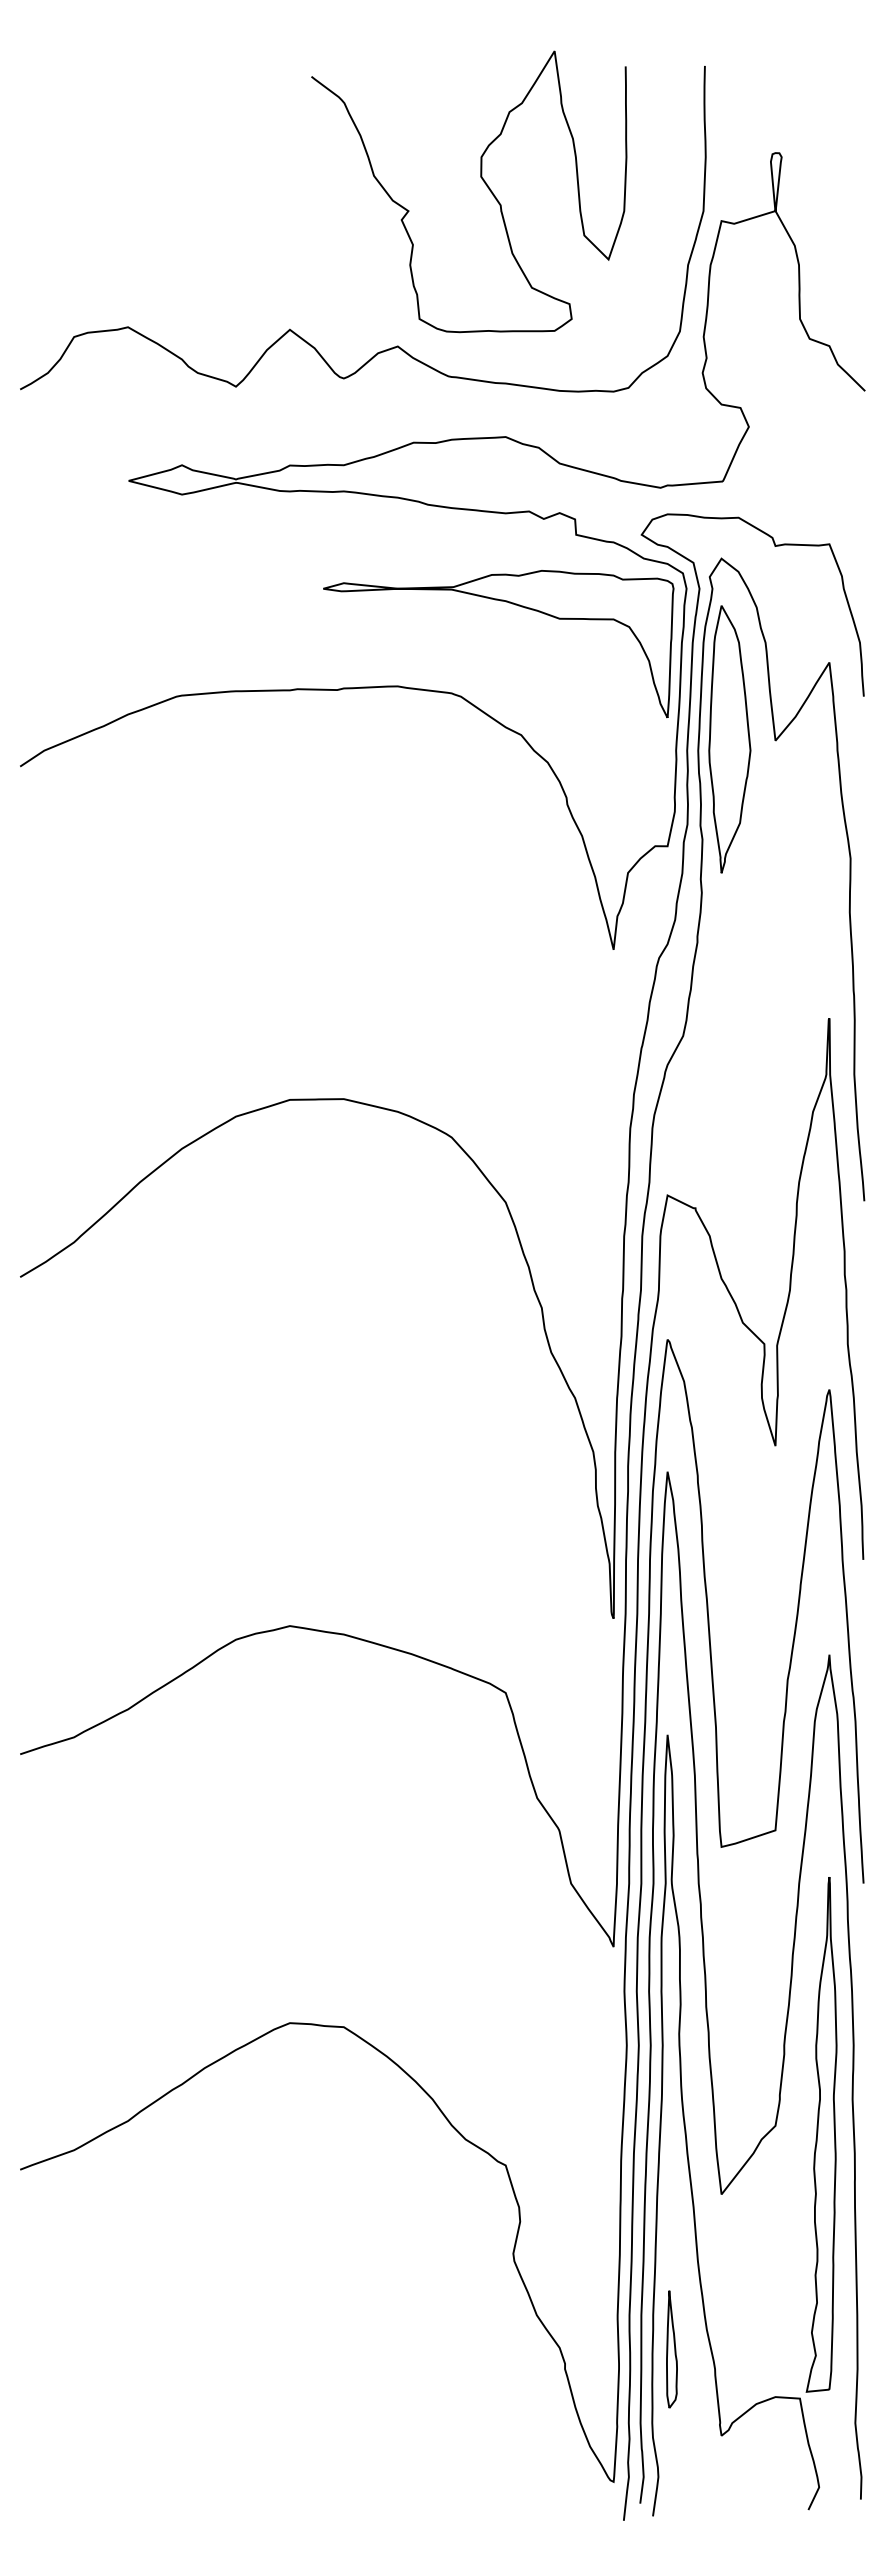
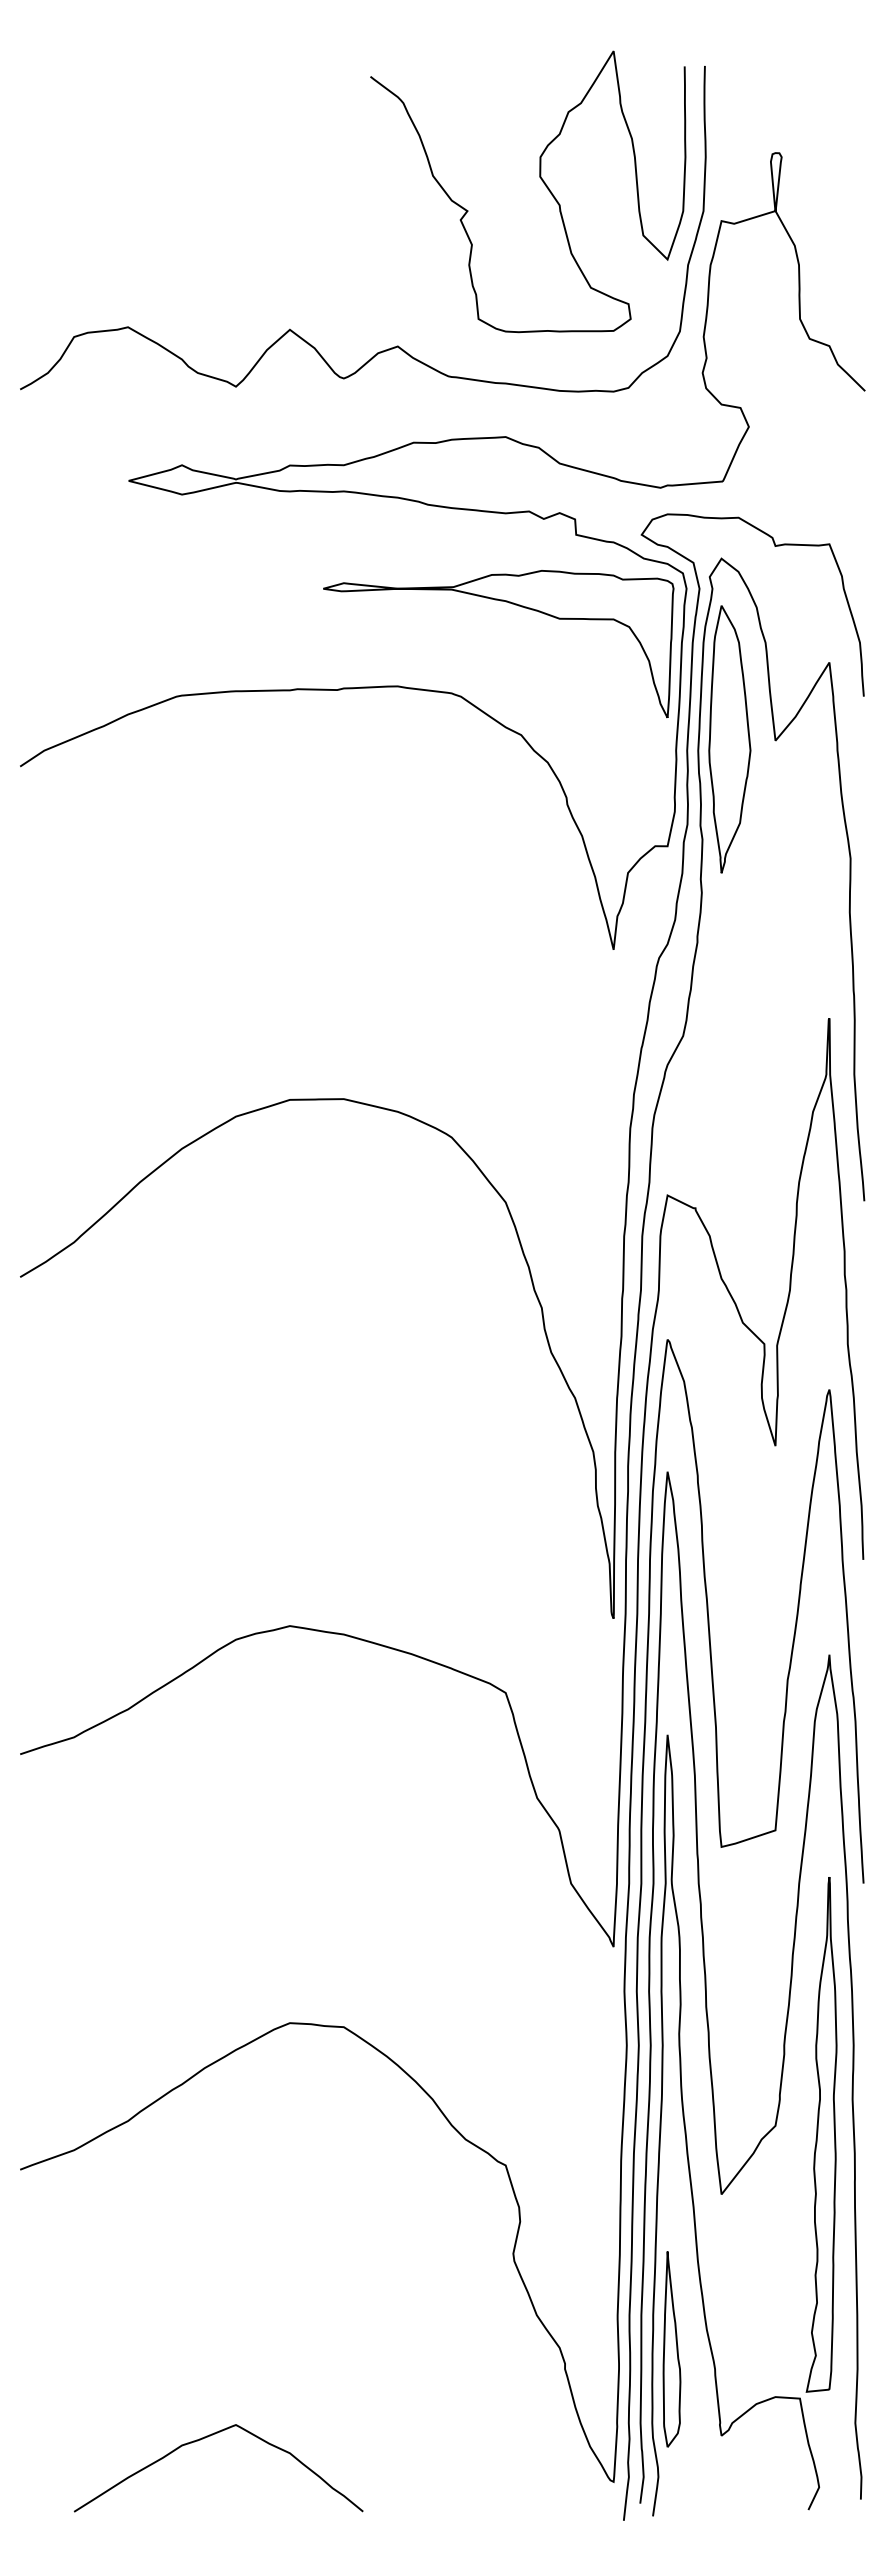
curve at (484, 183) position: (484, 183) -> (543, 183)
part at (671, 2349) size: 12x119 px -> 20x197 px
curve at (203, 2439): none -> present
